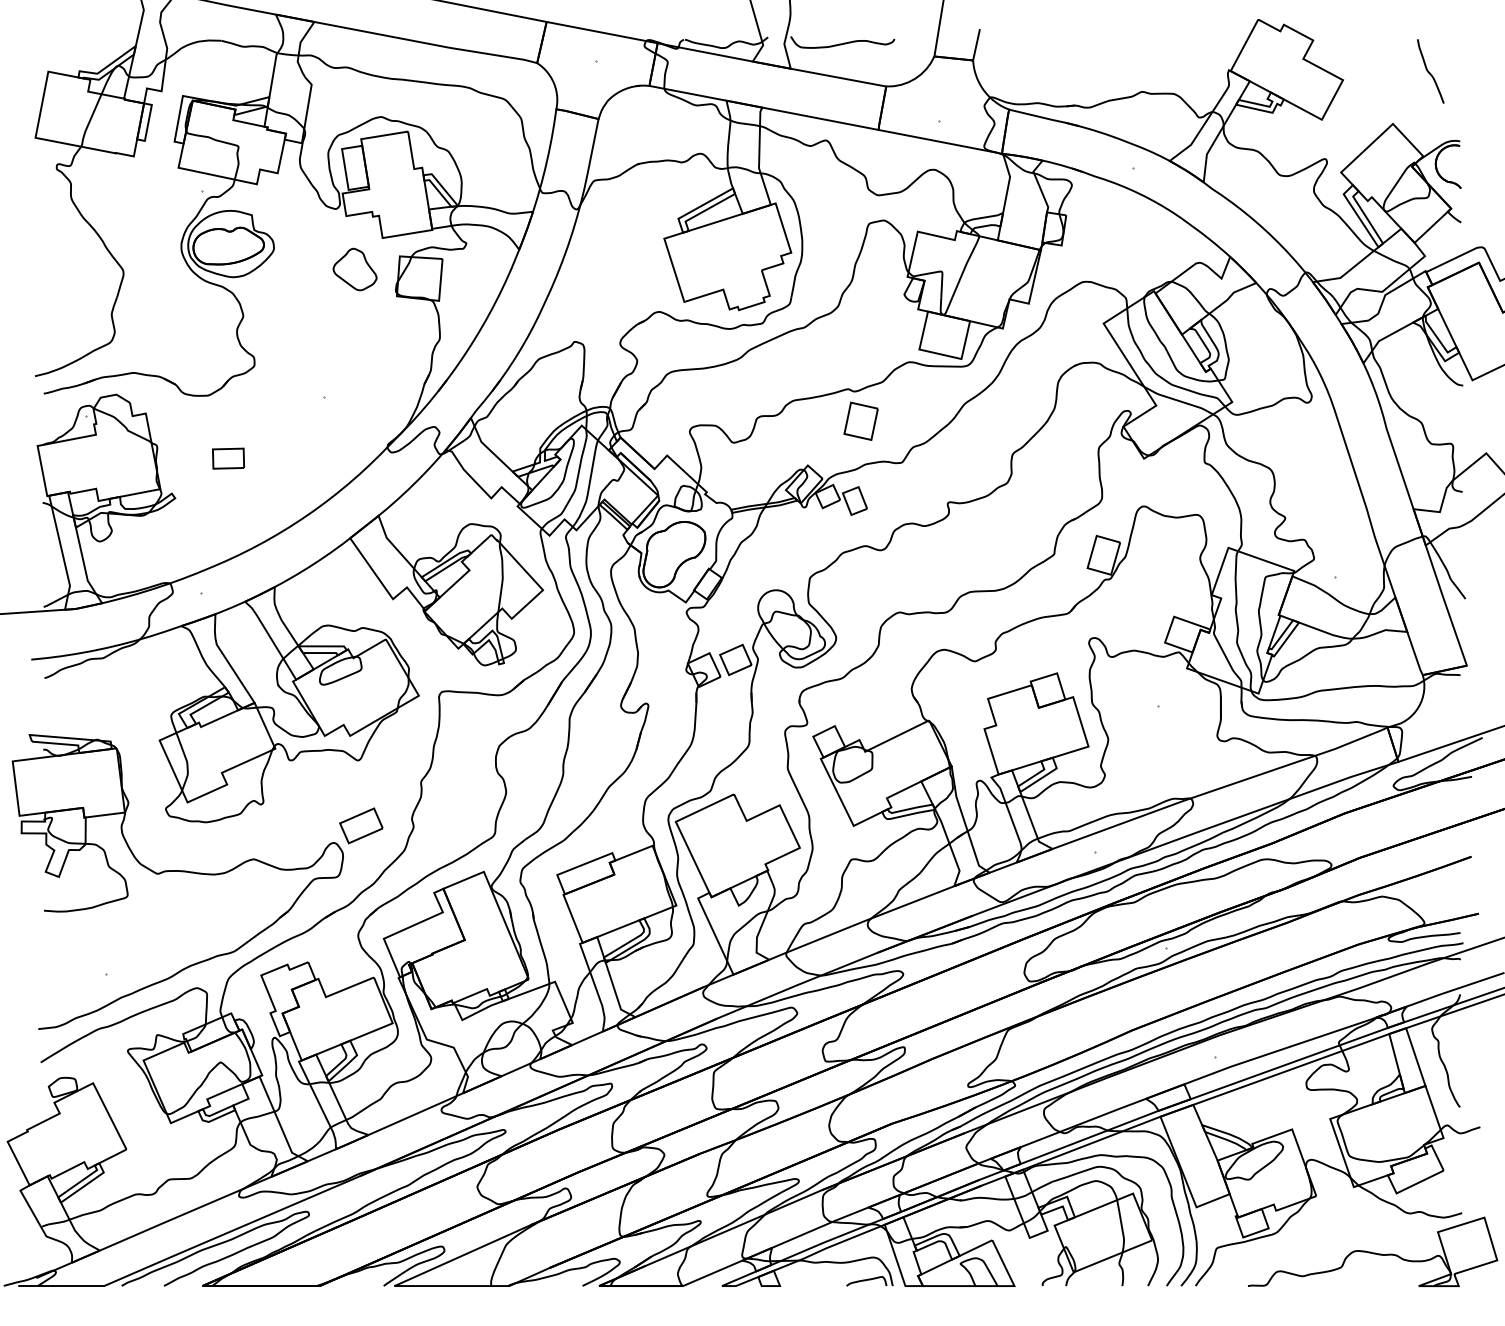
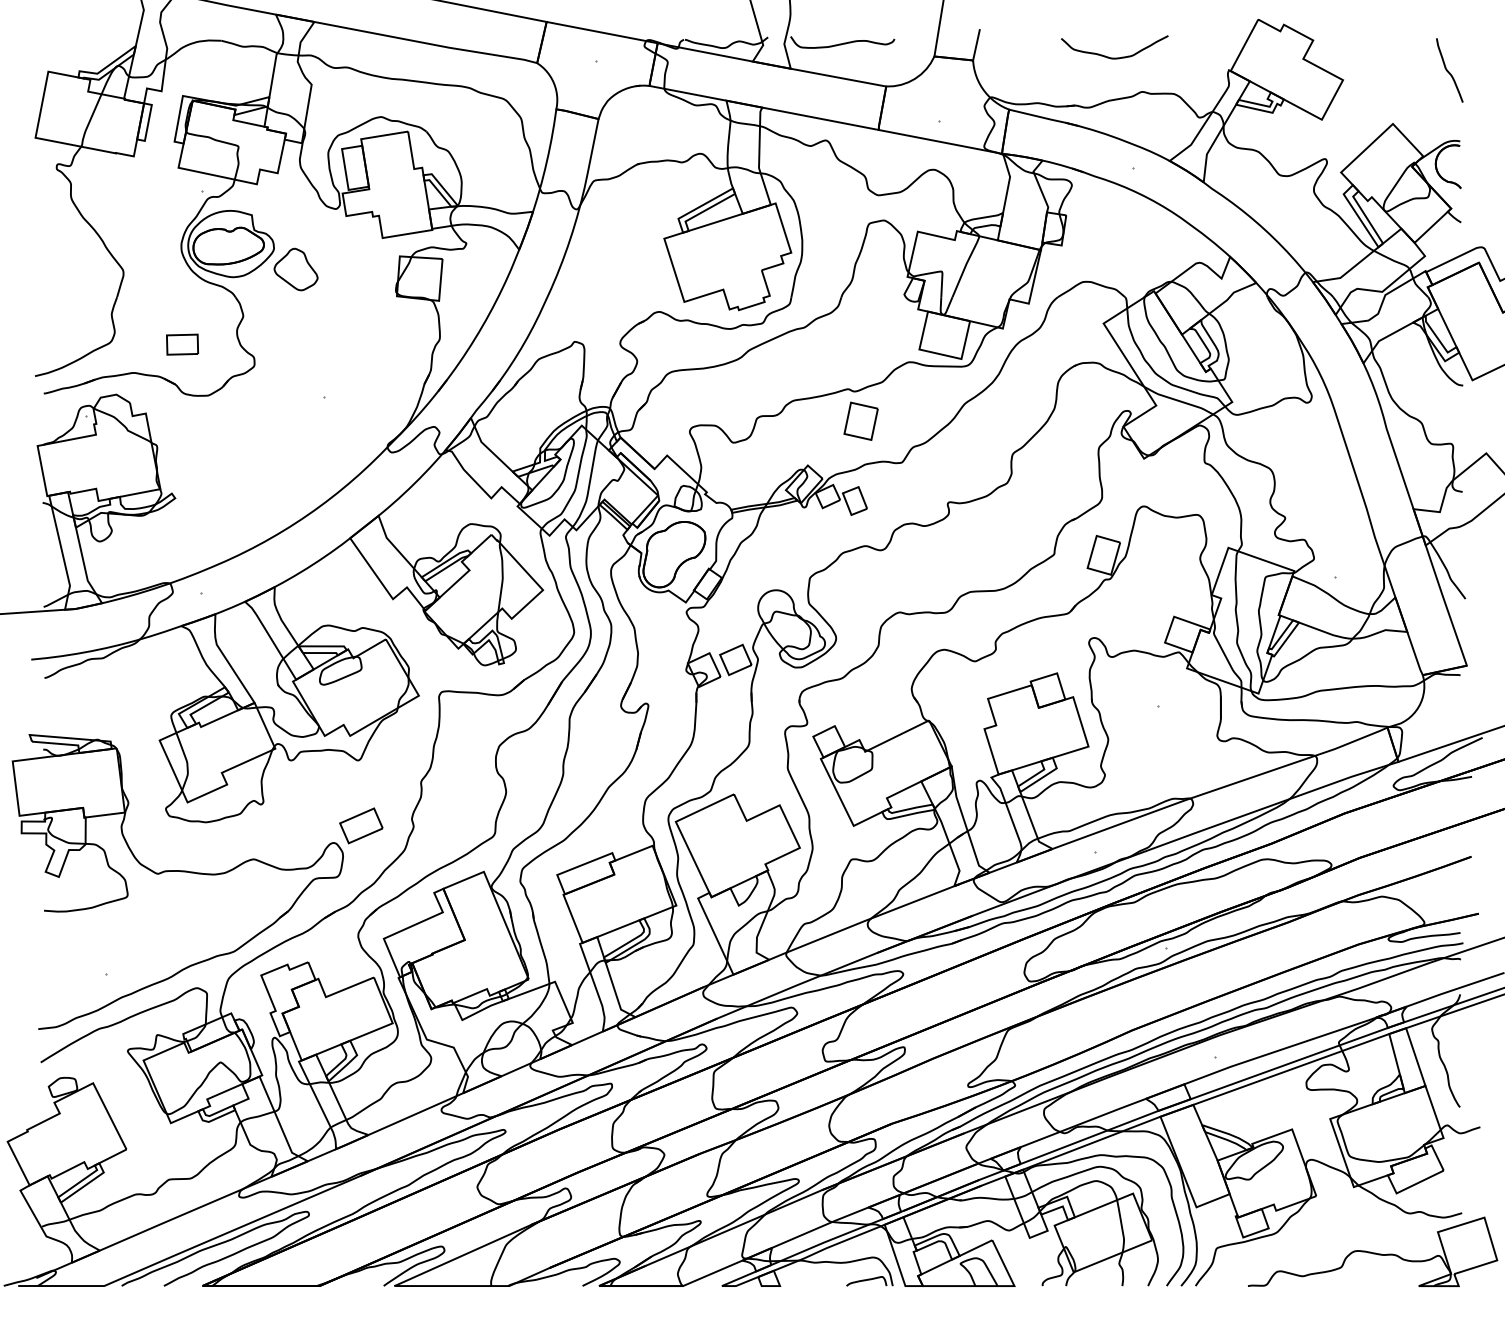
curve at (1114, 57): none -> present
curve at (1429, 71) position: (1429, 71) -> (1448, 70)
part at (354, 269) position: (354, 269) -> (295, 269)
part at (228, 458) position: (228, 458) -> (182, 344)
